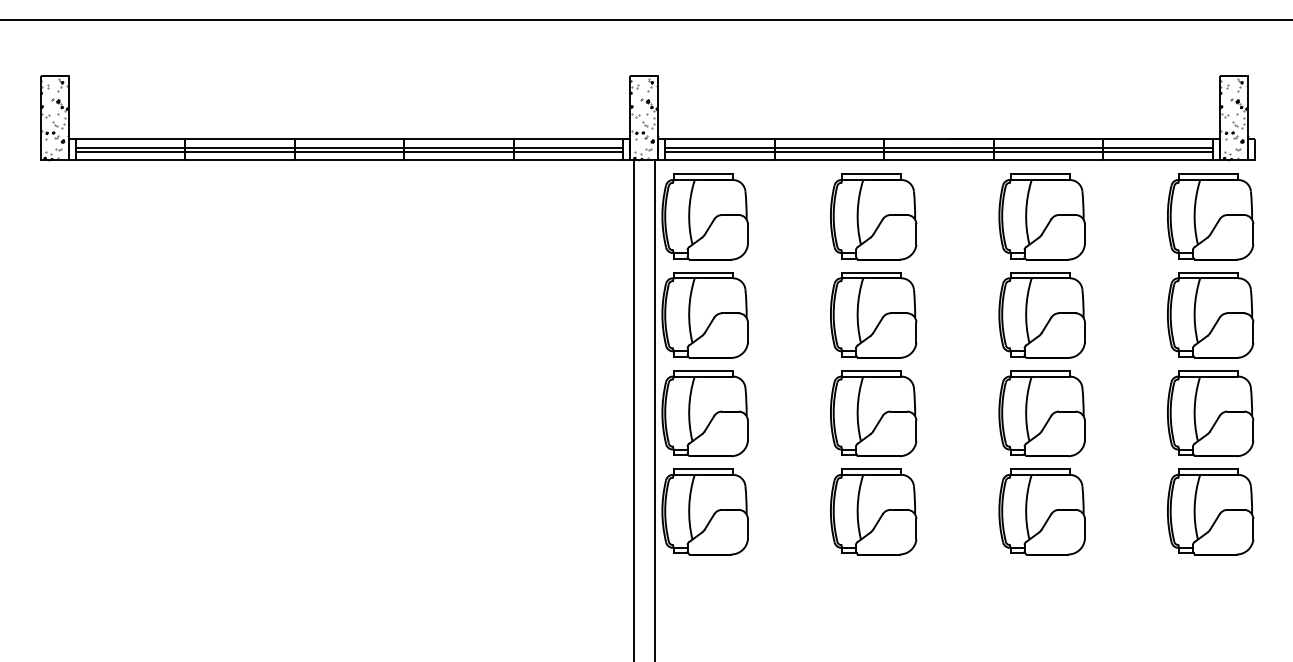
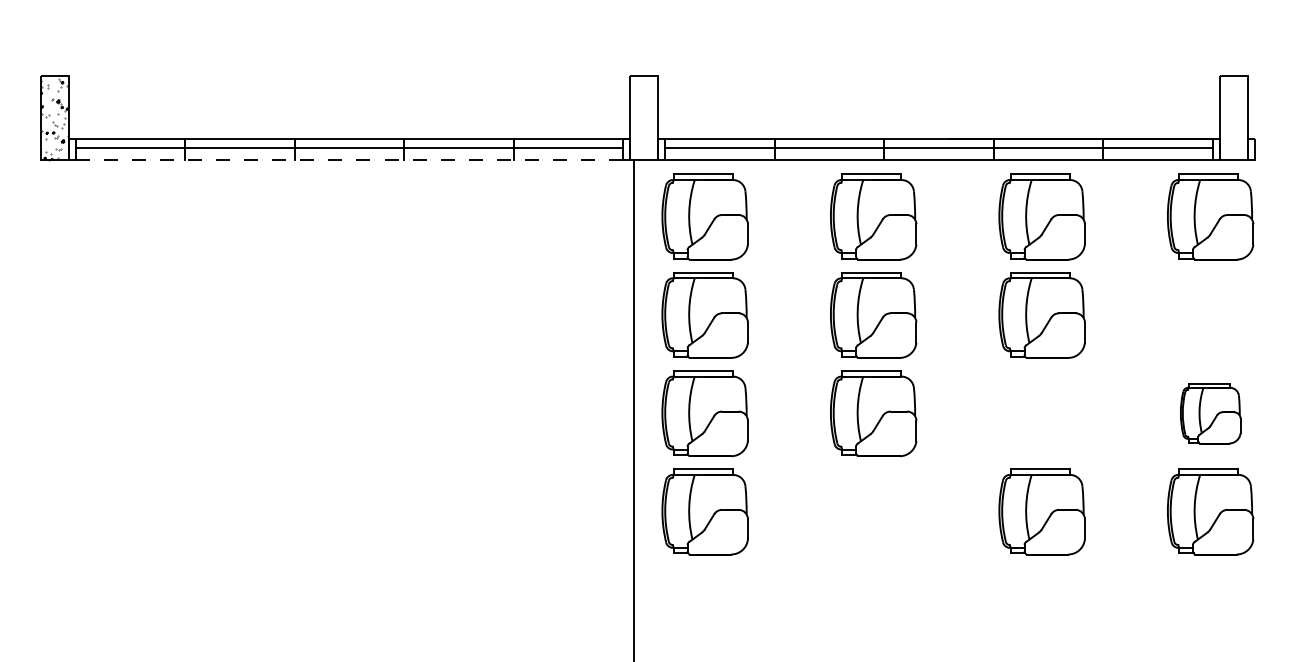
line at (645, 19): present -> none
hatch at (644, 119): present -> none
hatch at (1233, 119): present -> none
line at (349, 151): present -> none
line at (938, 151): present -> none
line at (349, 160): solid -> dashed
part at (1210, 315): present -> none
line at (654, 409): present -> none
part at (1041, 413): present -> none
part at (1210, 413) size: 88x88 px -> 62x62 px
part at (873, 511): present -> none
